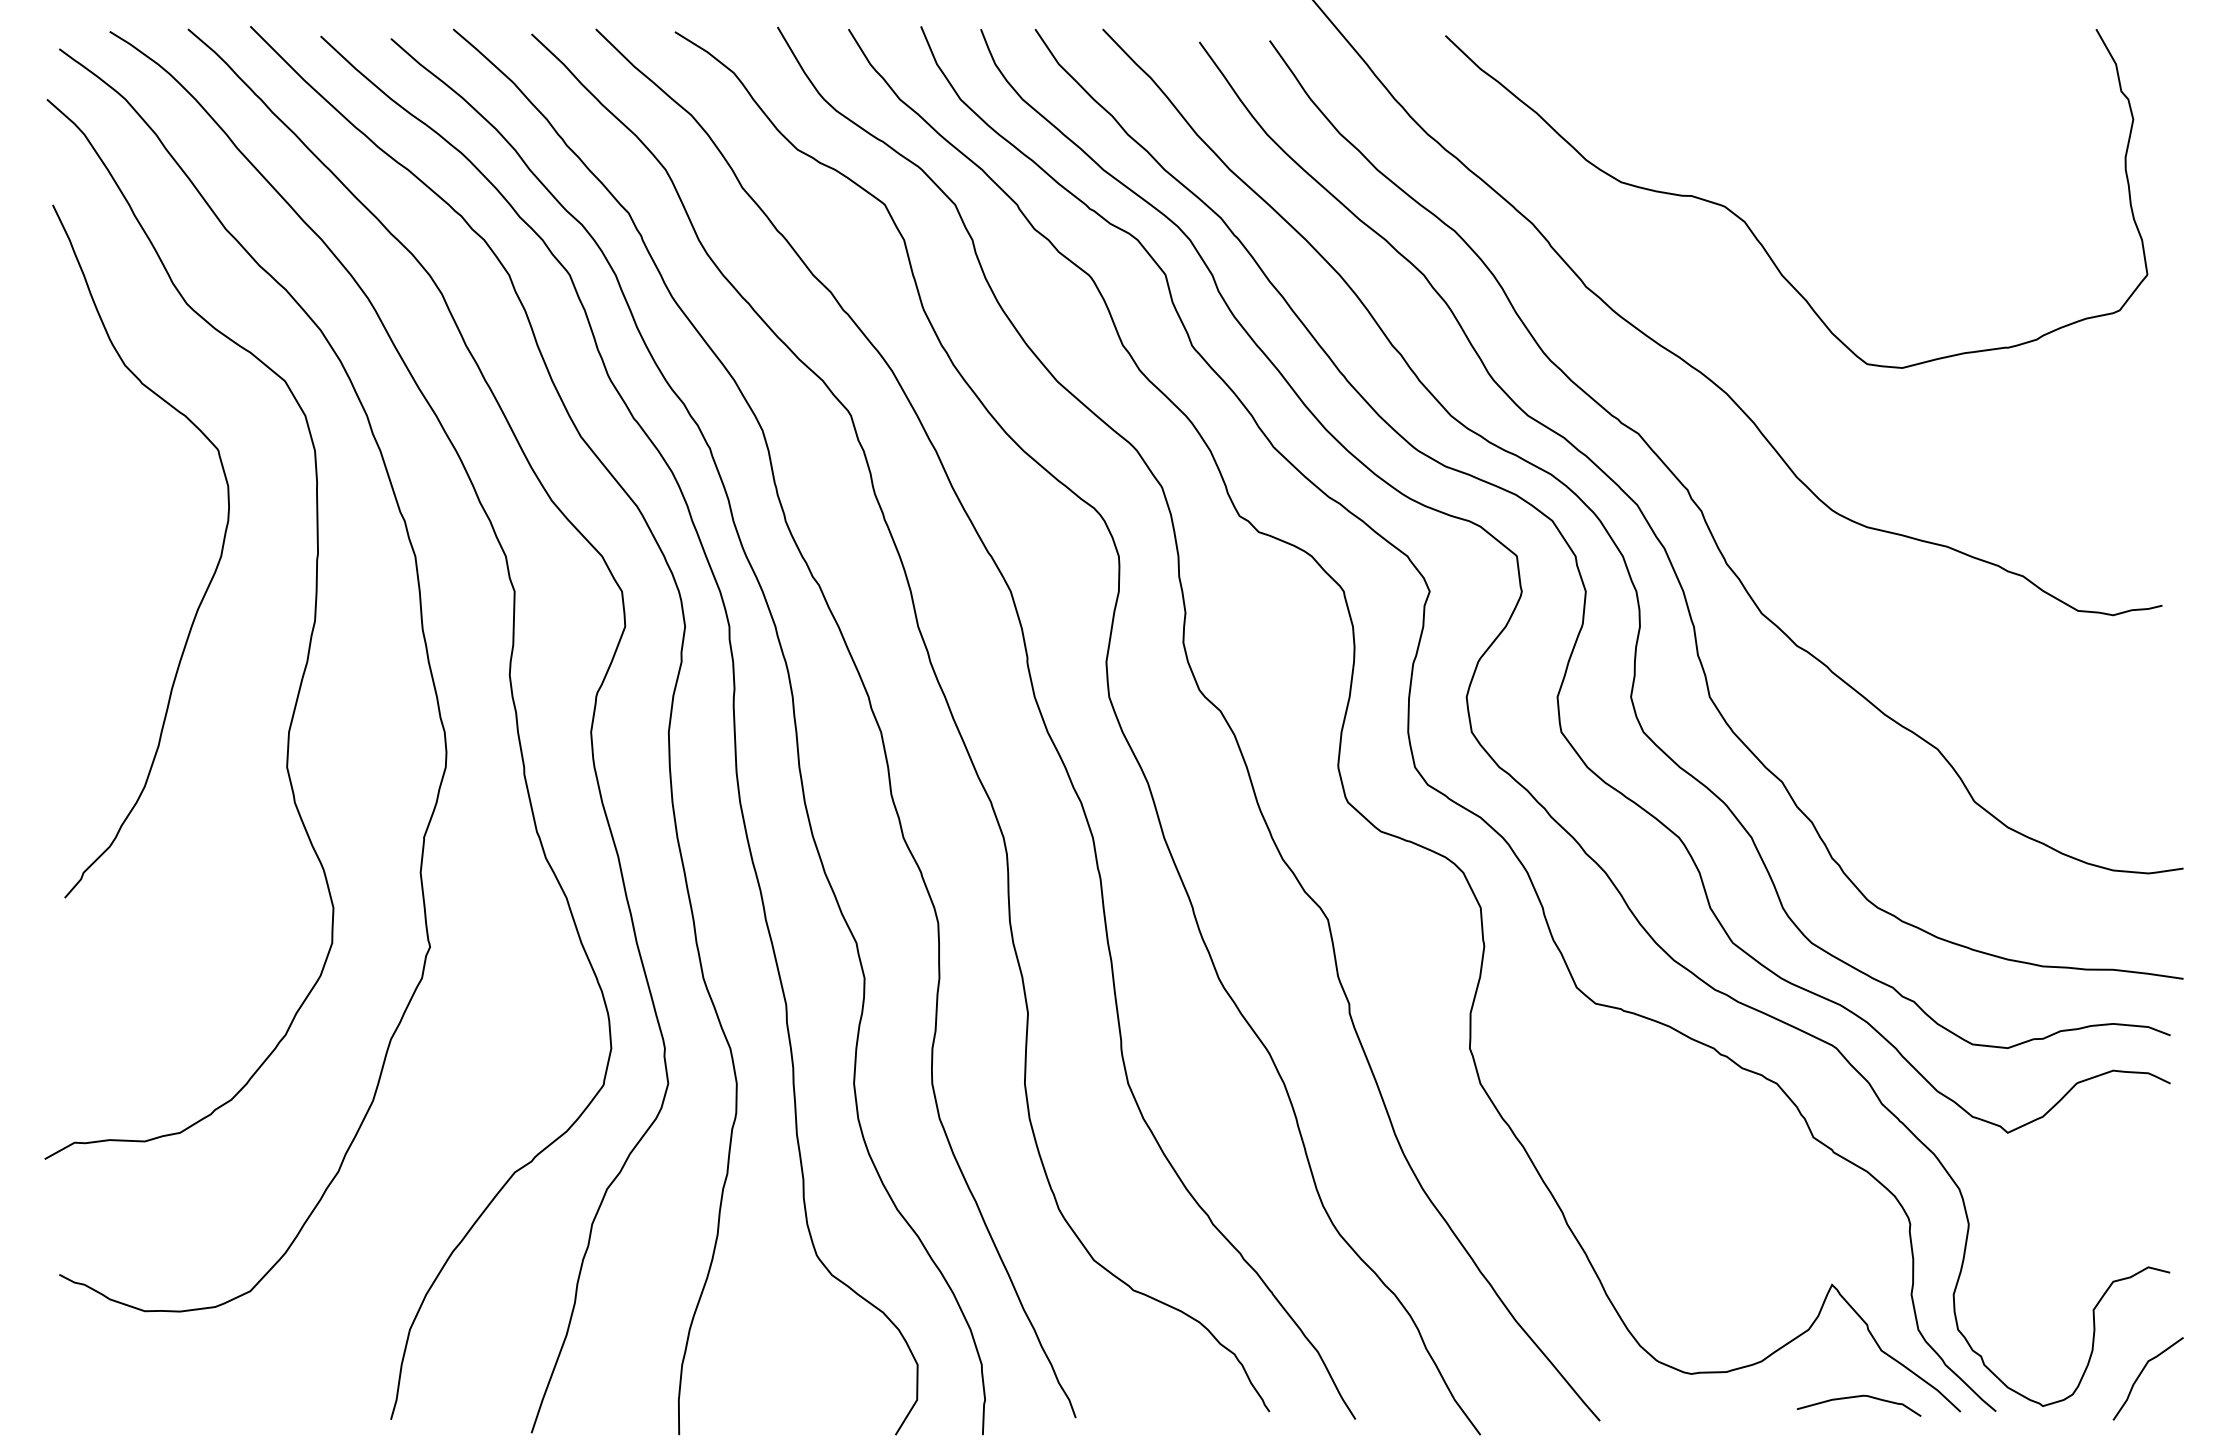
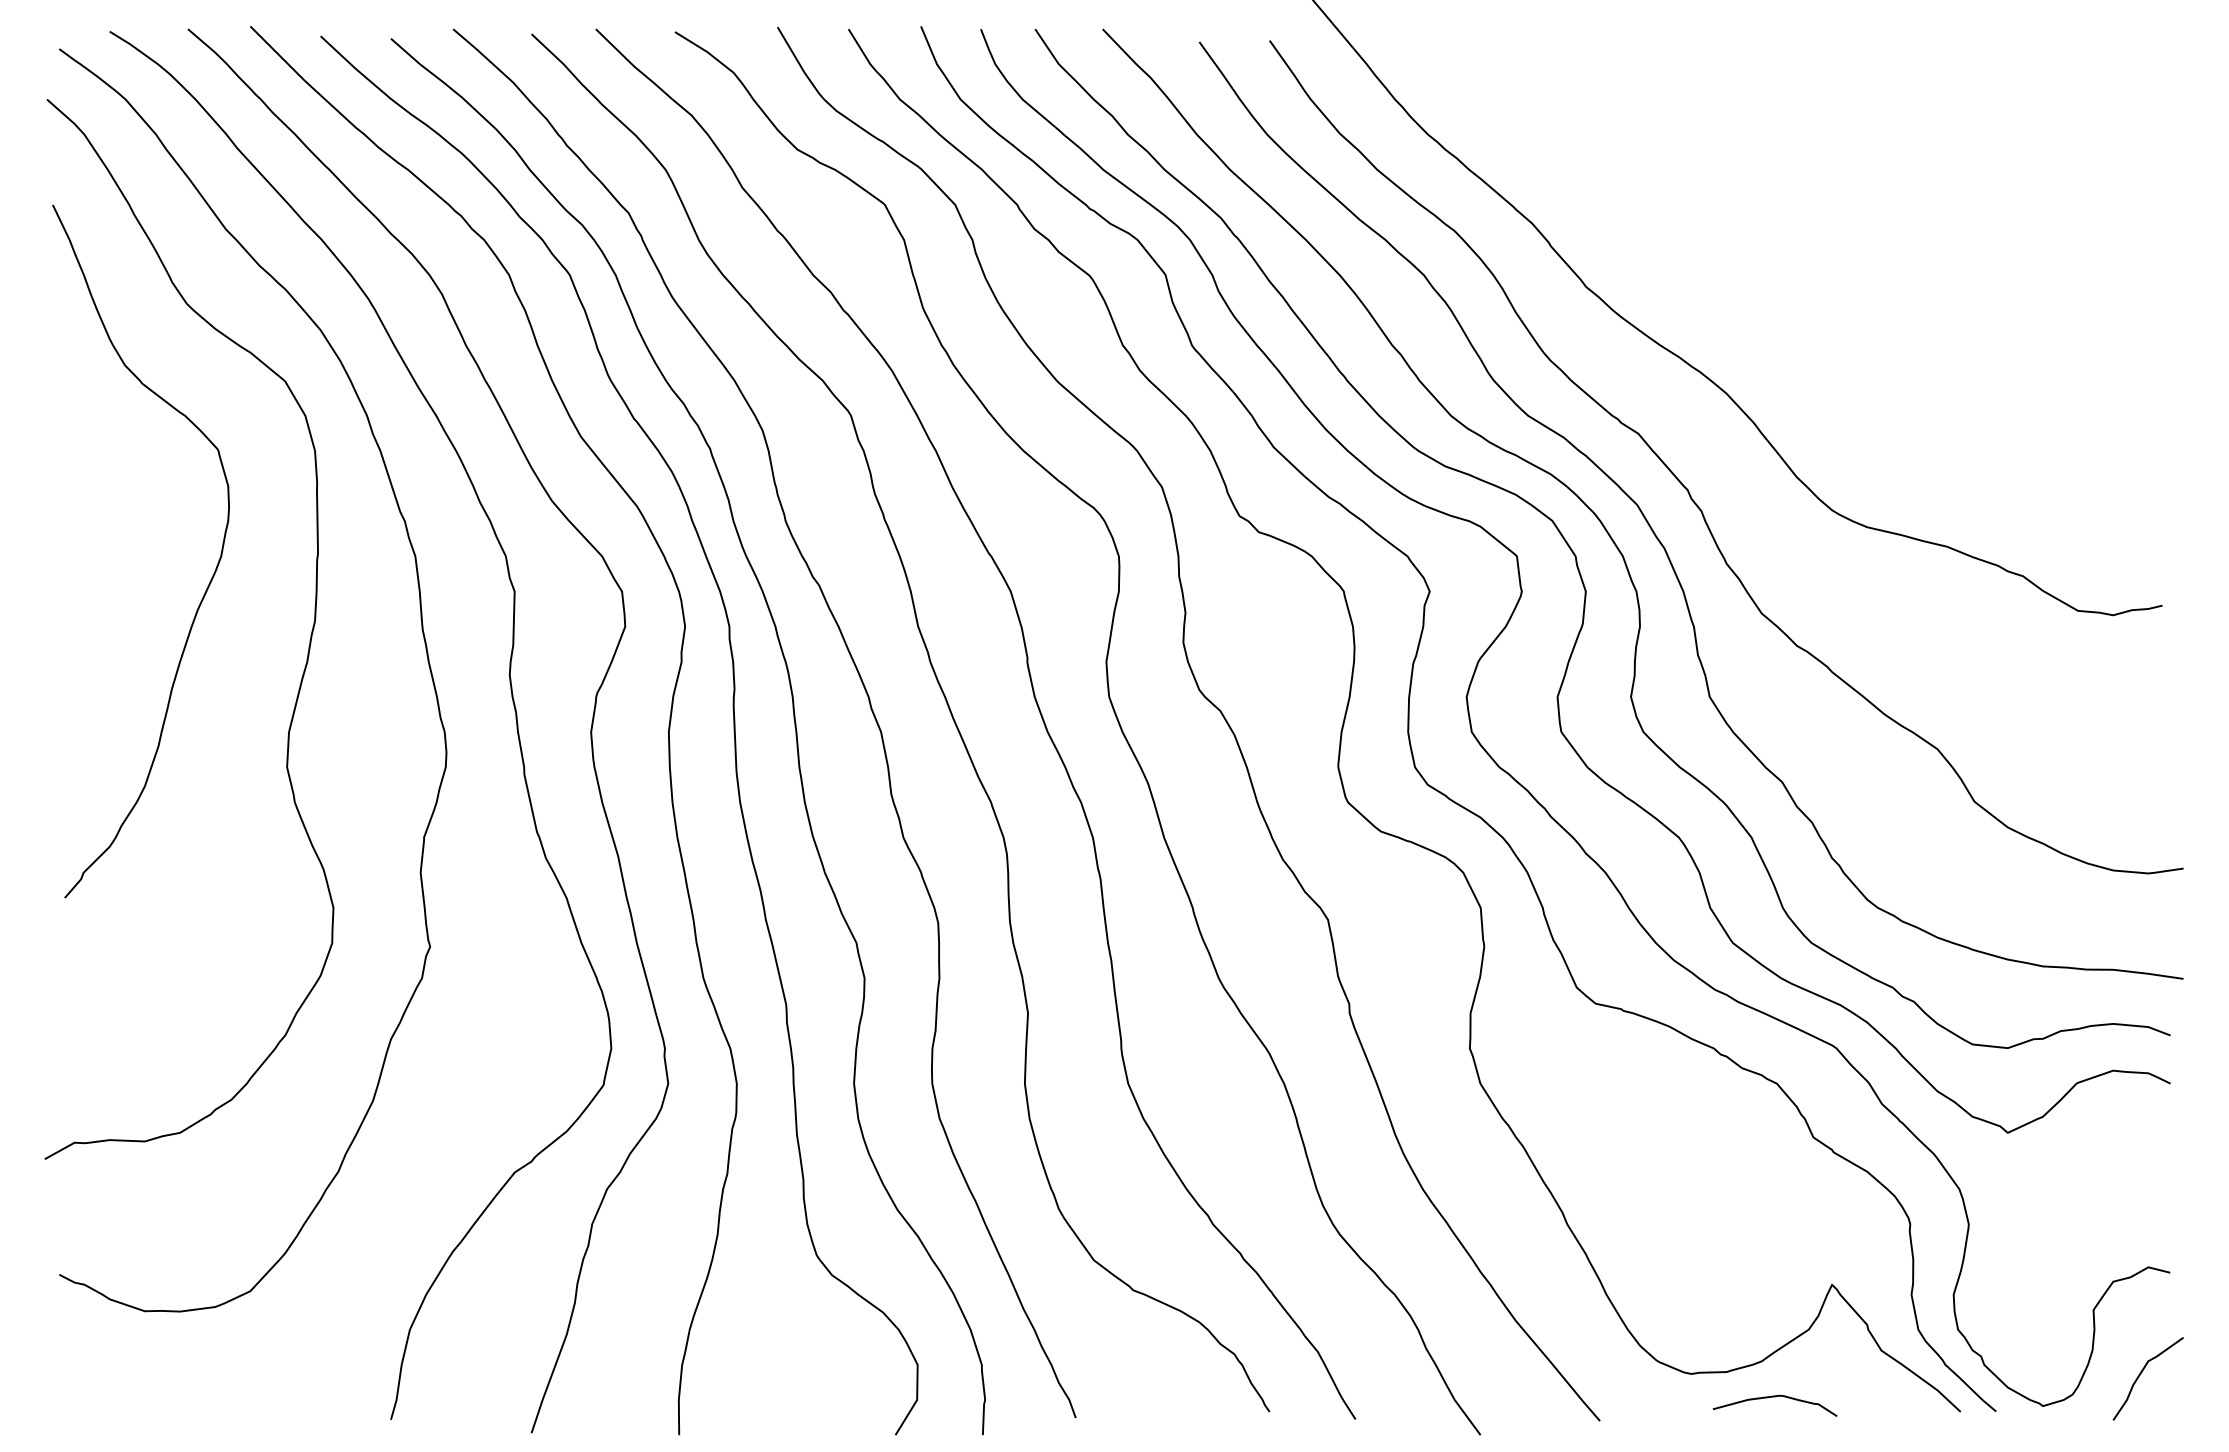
curve at (1751, 229): present -> none
curve at (1858, 1397) position: (1858, 1397) -> (1774, 1397)
